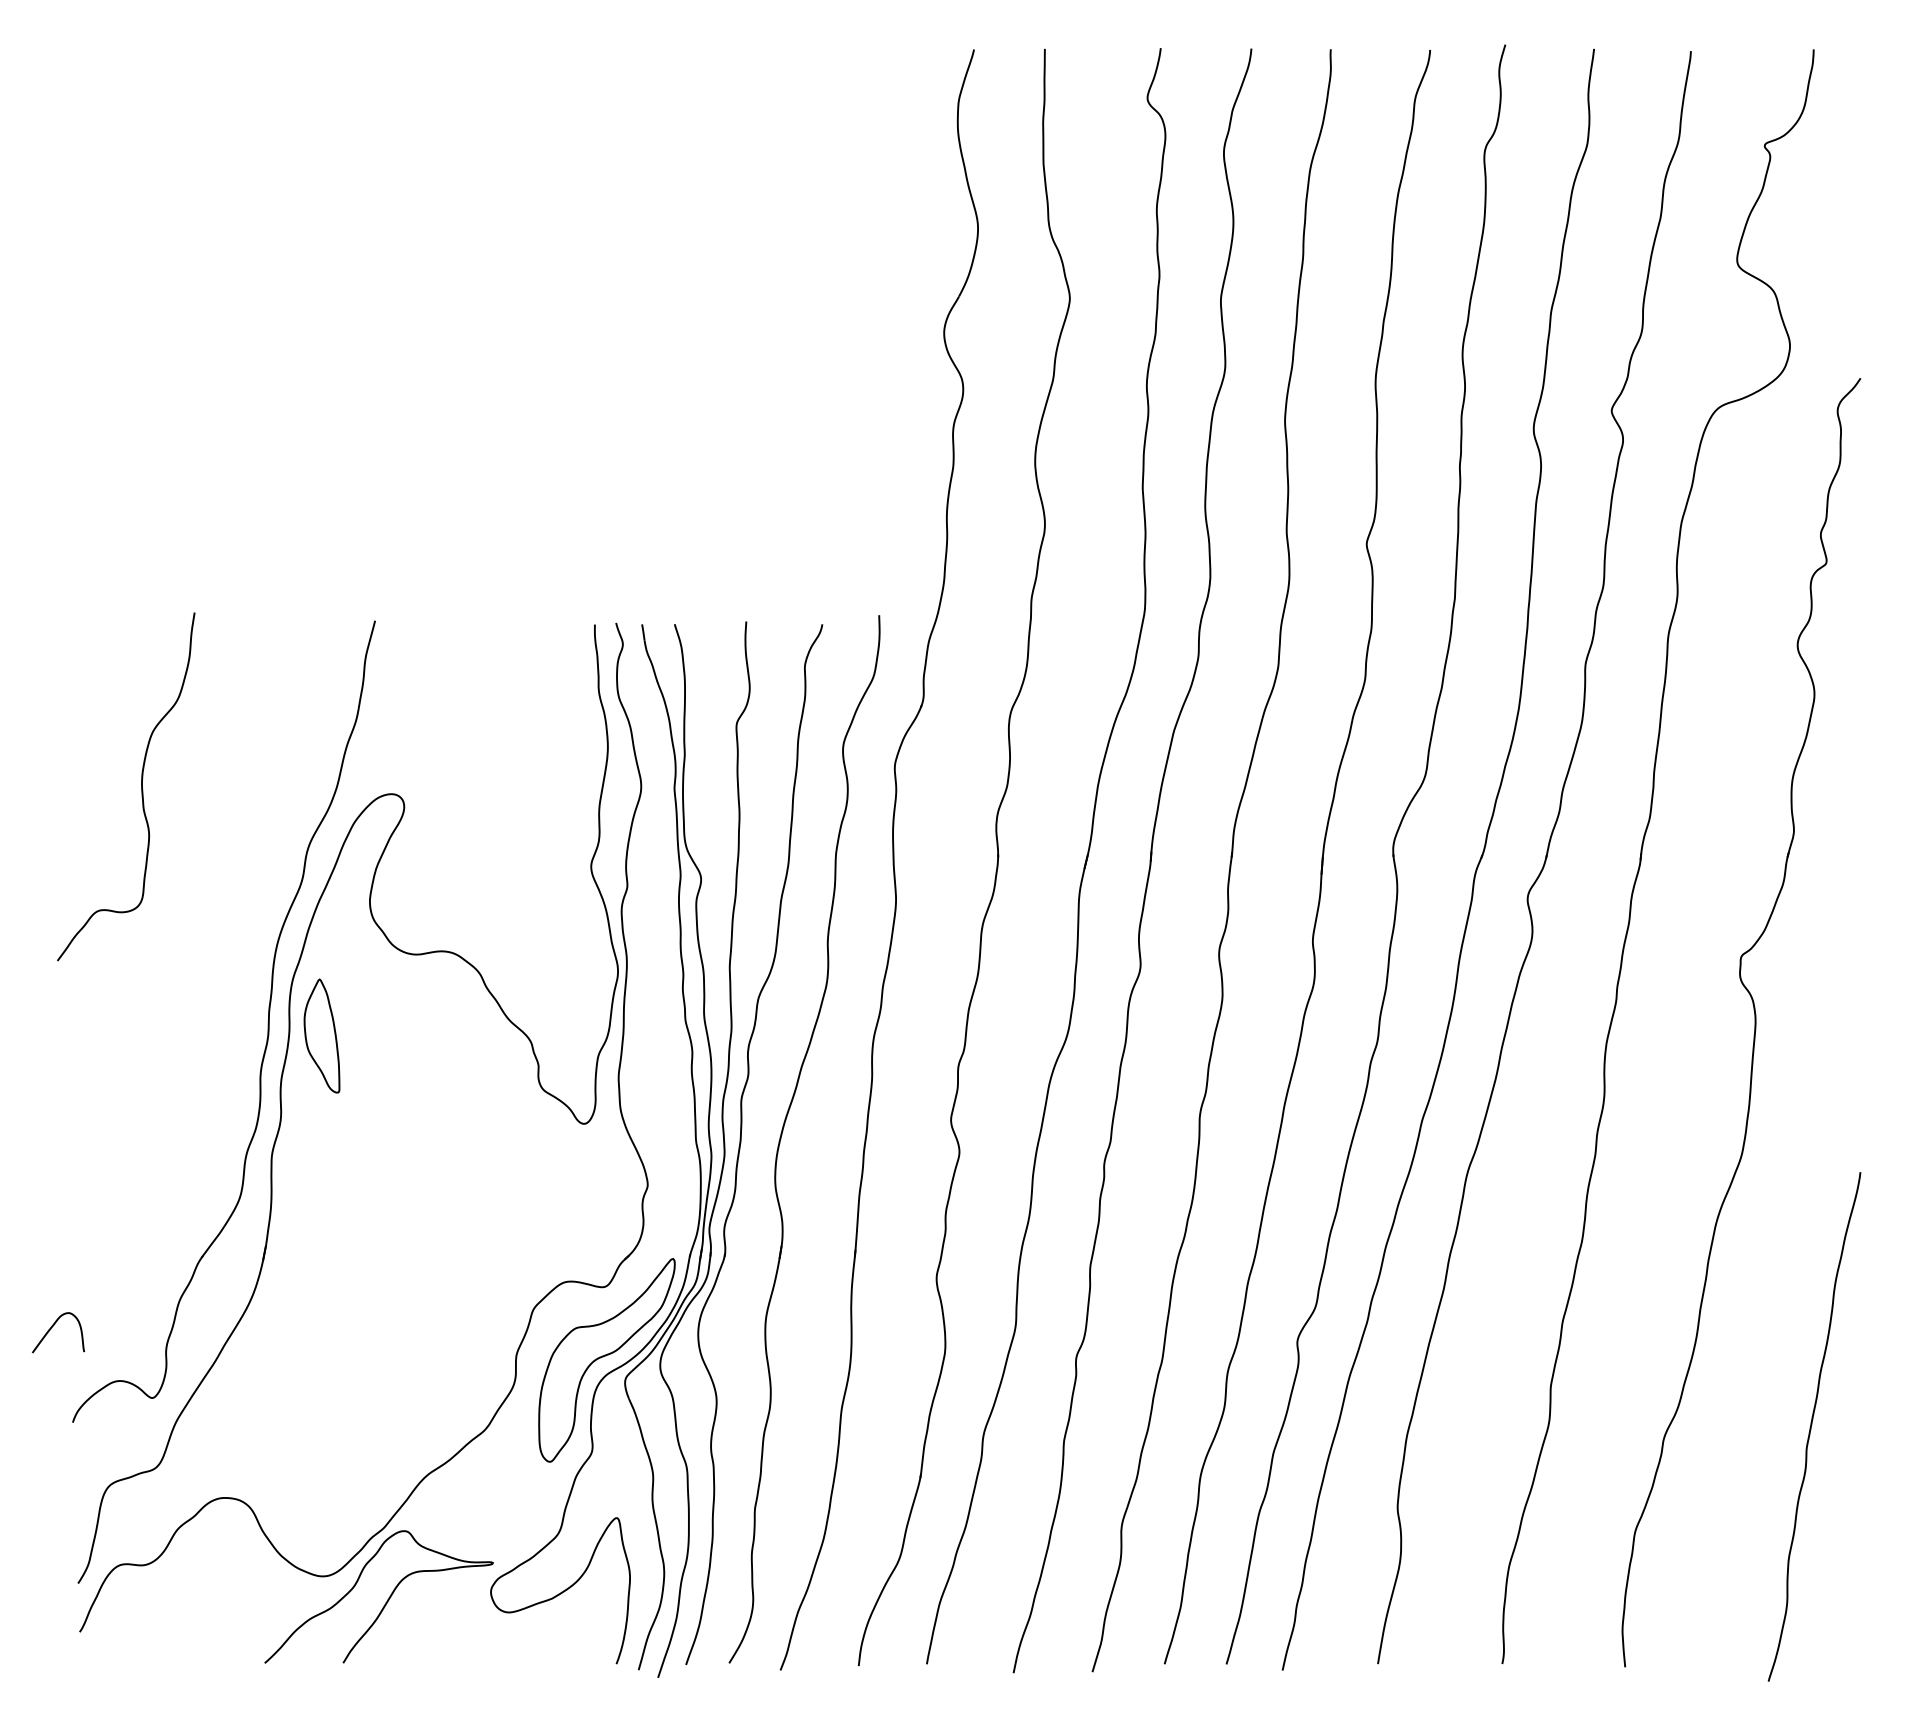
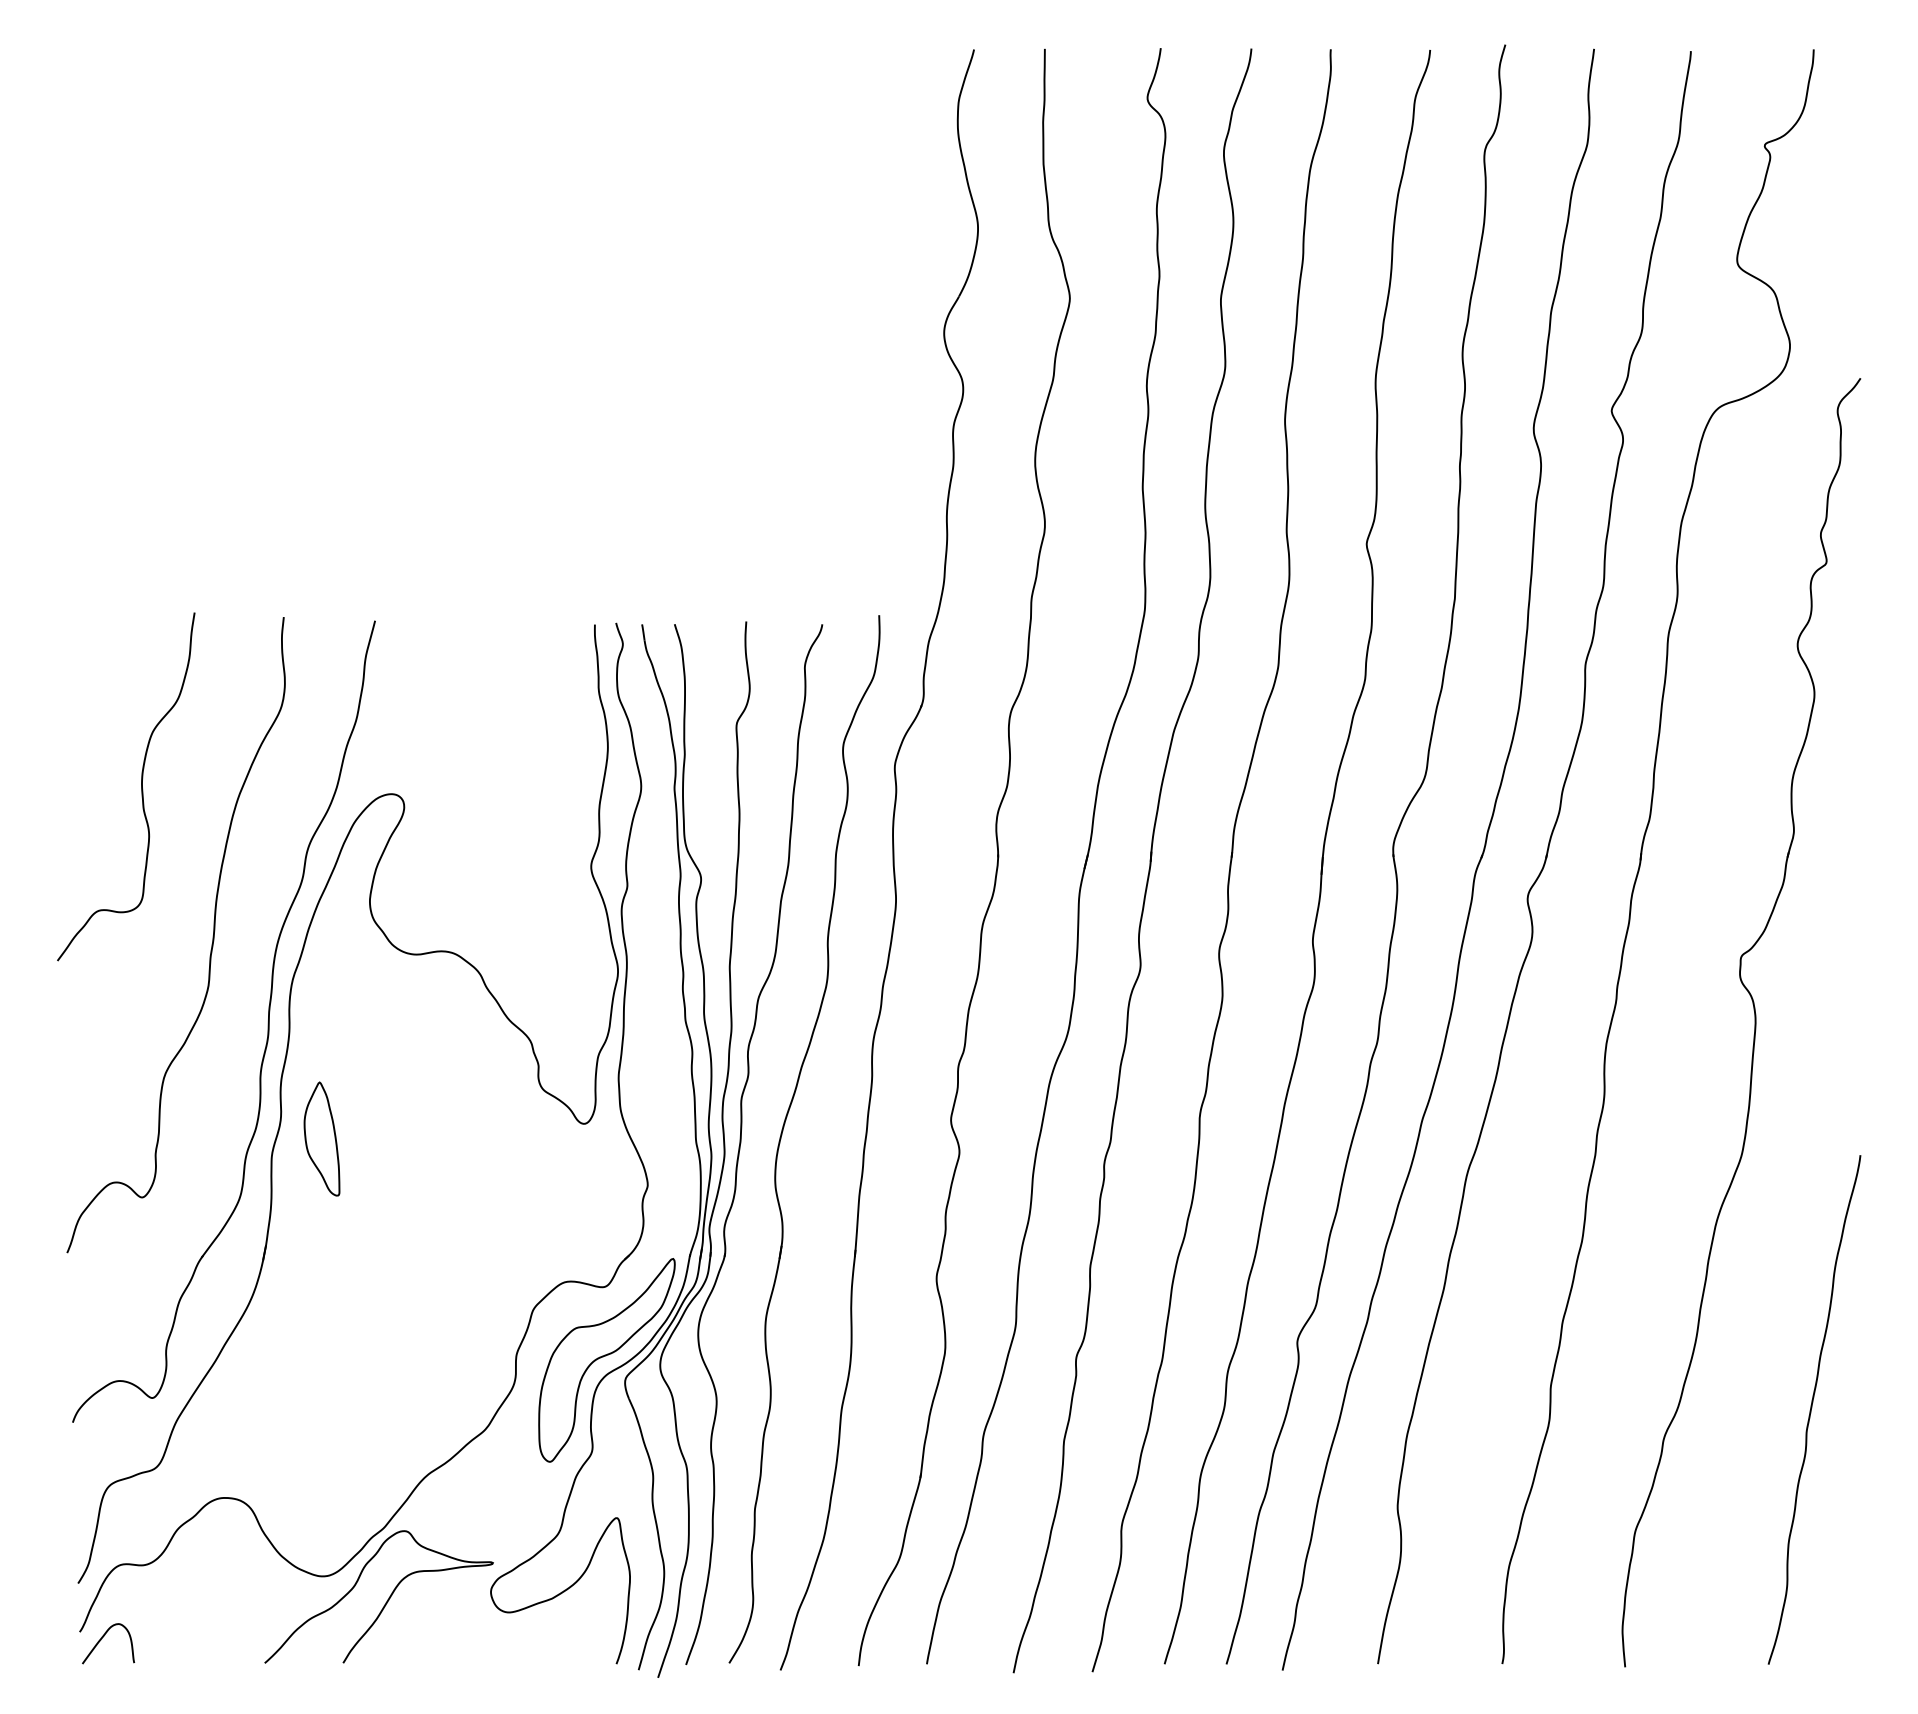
curve at (212, 936): none -> present
part at (321, 1035) position: (321, 1035) -> (321, 1138)
curve at (51, 1329) position: (51, 1329) -> (101, 1640)
curve at (1812, 1425) position: (1812, 1425) -> (1812, 1408)
